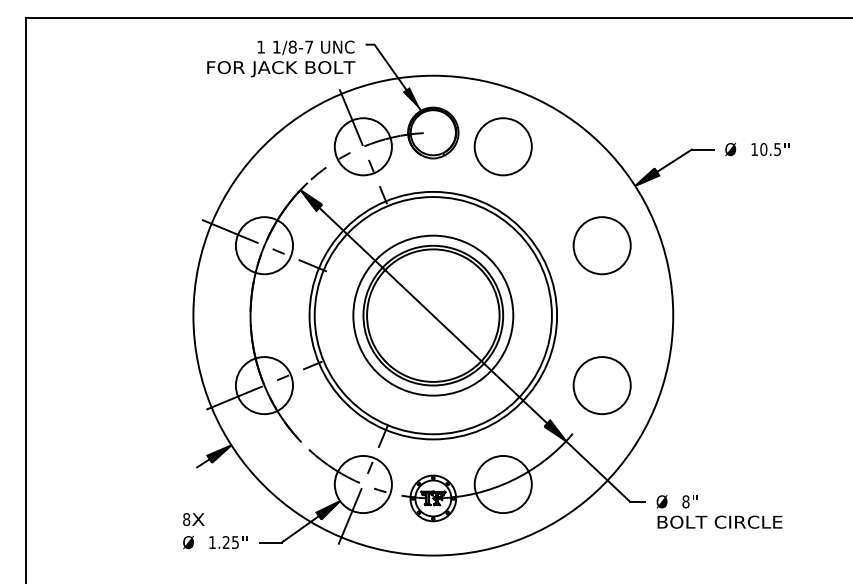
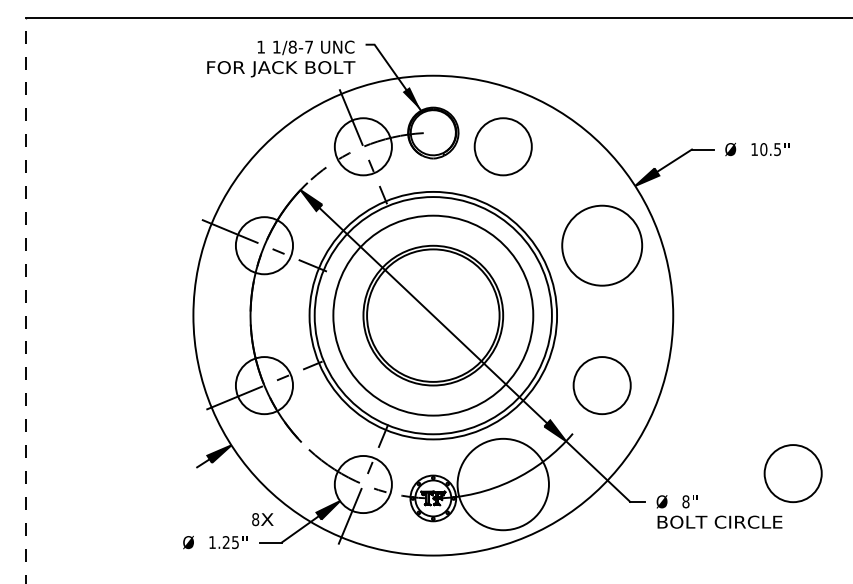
circle at (601, 245) diameter: 57 px -> 80 px
line at (25, 300): solid -> dashed
circle at (433, 315) diameter: 160 px -> 200 px
circle at (792, 473): none -> present
circle at (502, 484) diameter: 57 px -> 91 px
text at (193, 519) position: (193, 519) -> (262, 519)
